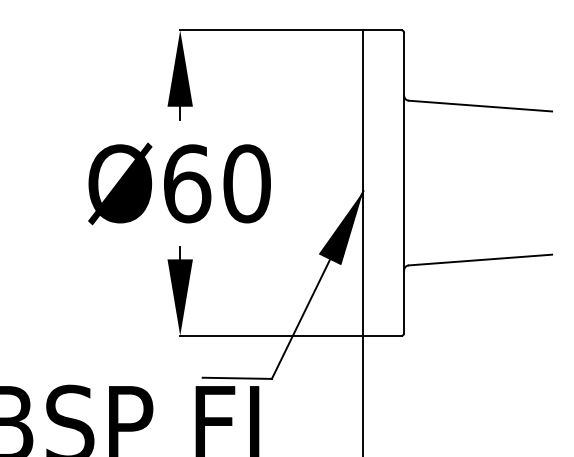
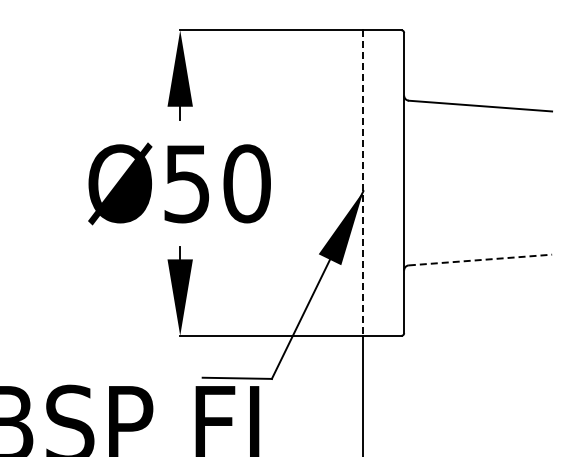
text at (187, 183): Ø60 -> Ø50
line at (363, 183): solid -> dashed
line at (480, 260): solid -> dashed
